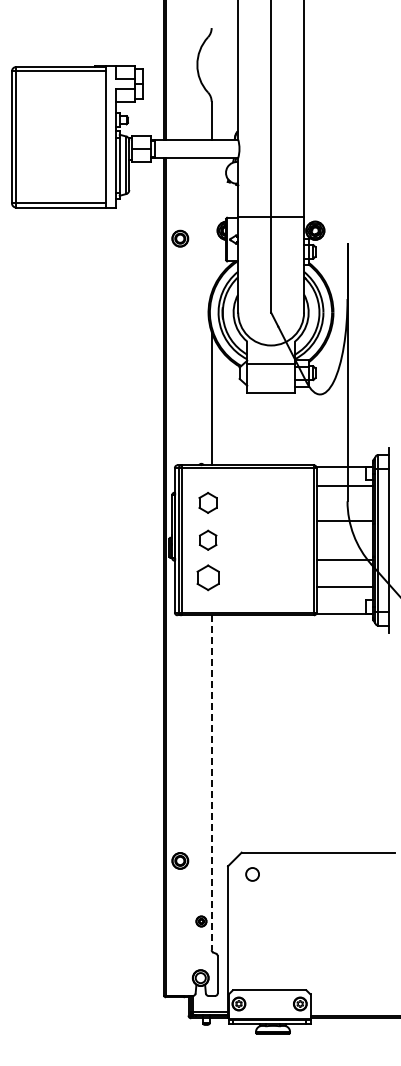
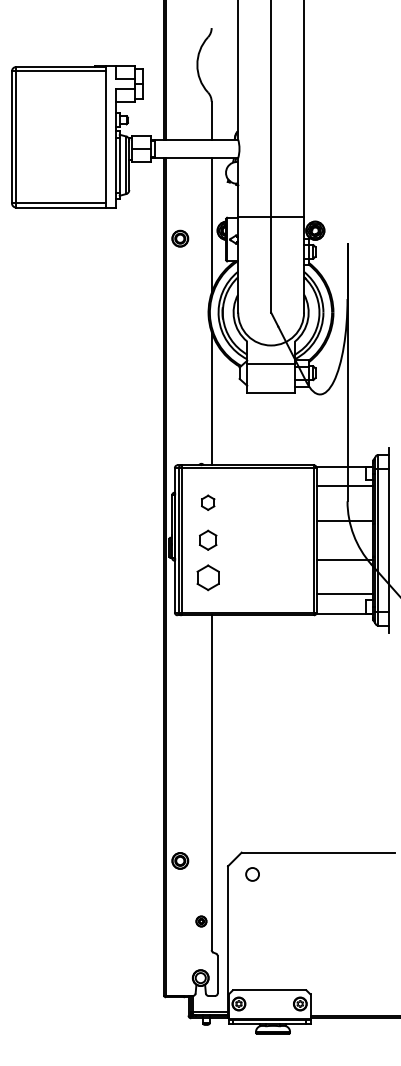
line at (211, 225): none -> present
part at (207, 502) size: 20x22 px -> 15x17 px
line at (344, 587) position: (344, 587) -> (344, 594)
line at (211, 783): dashed -> solid
